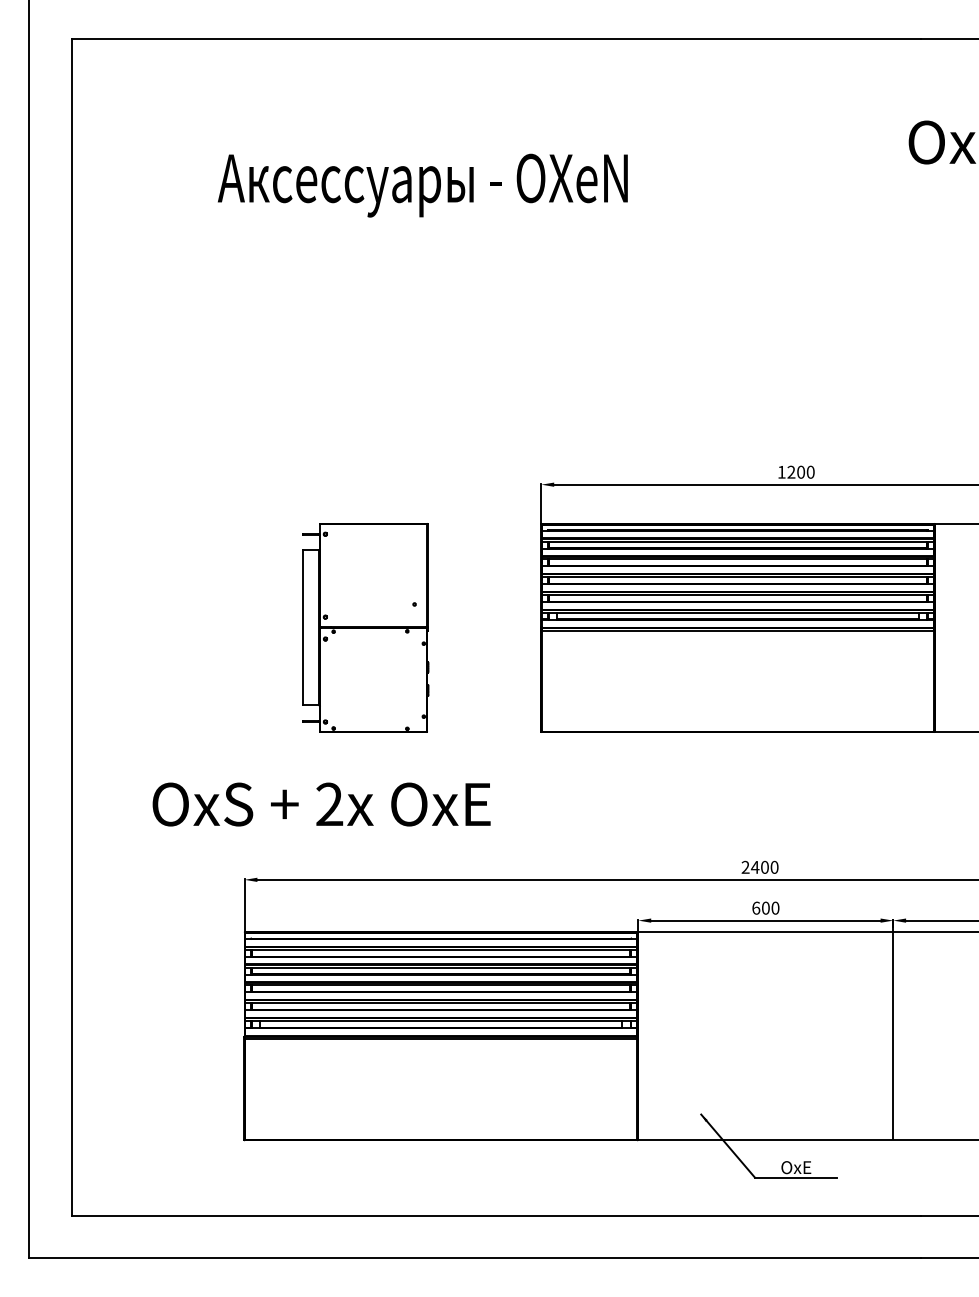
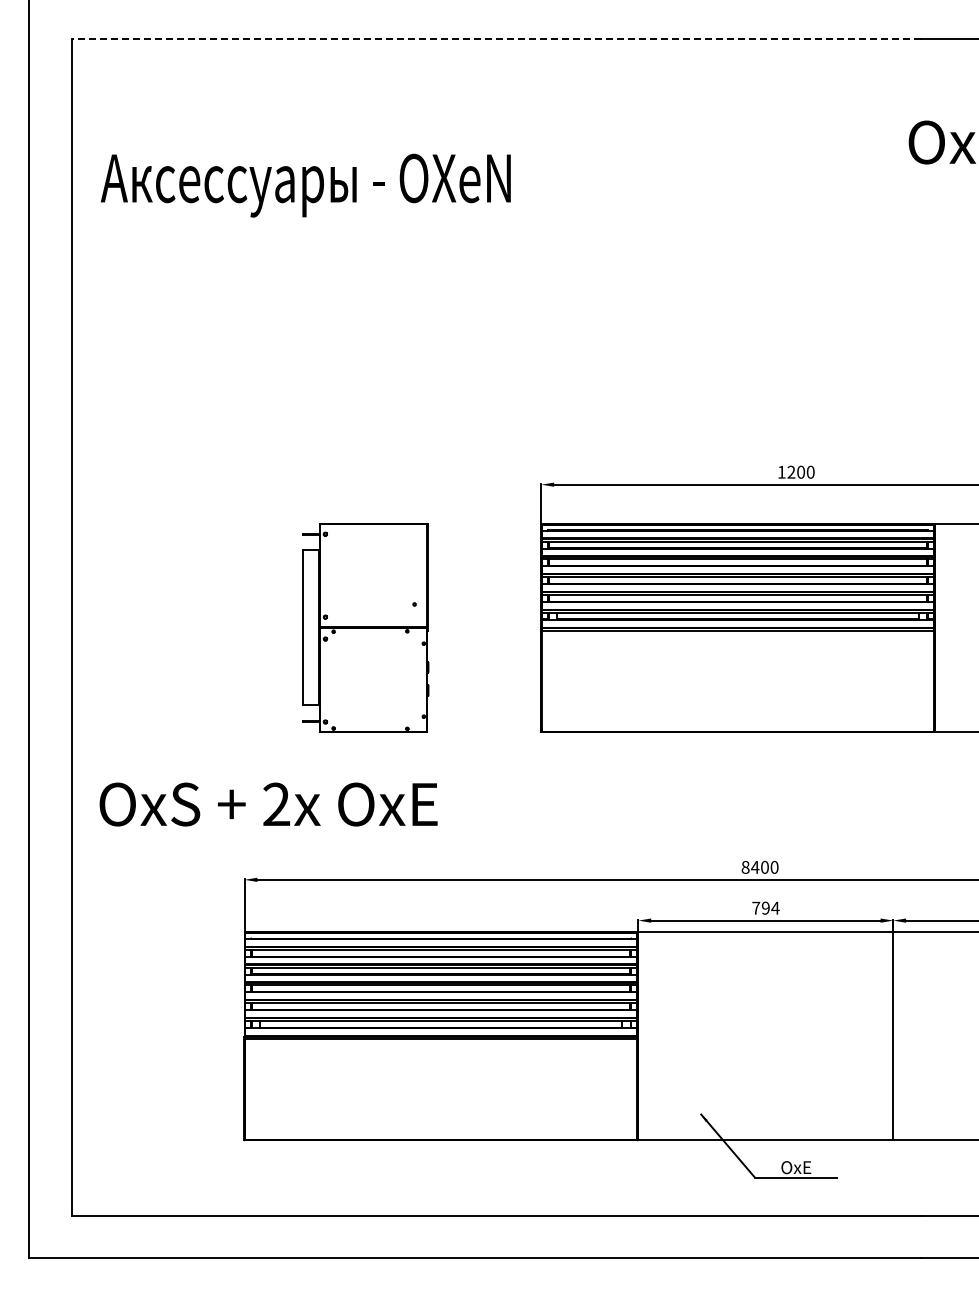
line at (496, 38): solid -> dashed
text at (422, 185) position: (422, 185) -> (305, 185)
text at (321, 804) position: (321, 804) -> (268, 804)
text at (745, 867): 2400 -> 8400
text at (765, 907): 600 -> 794
